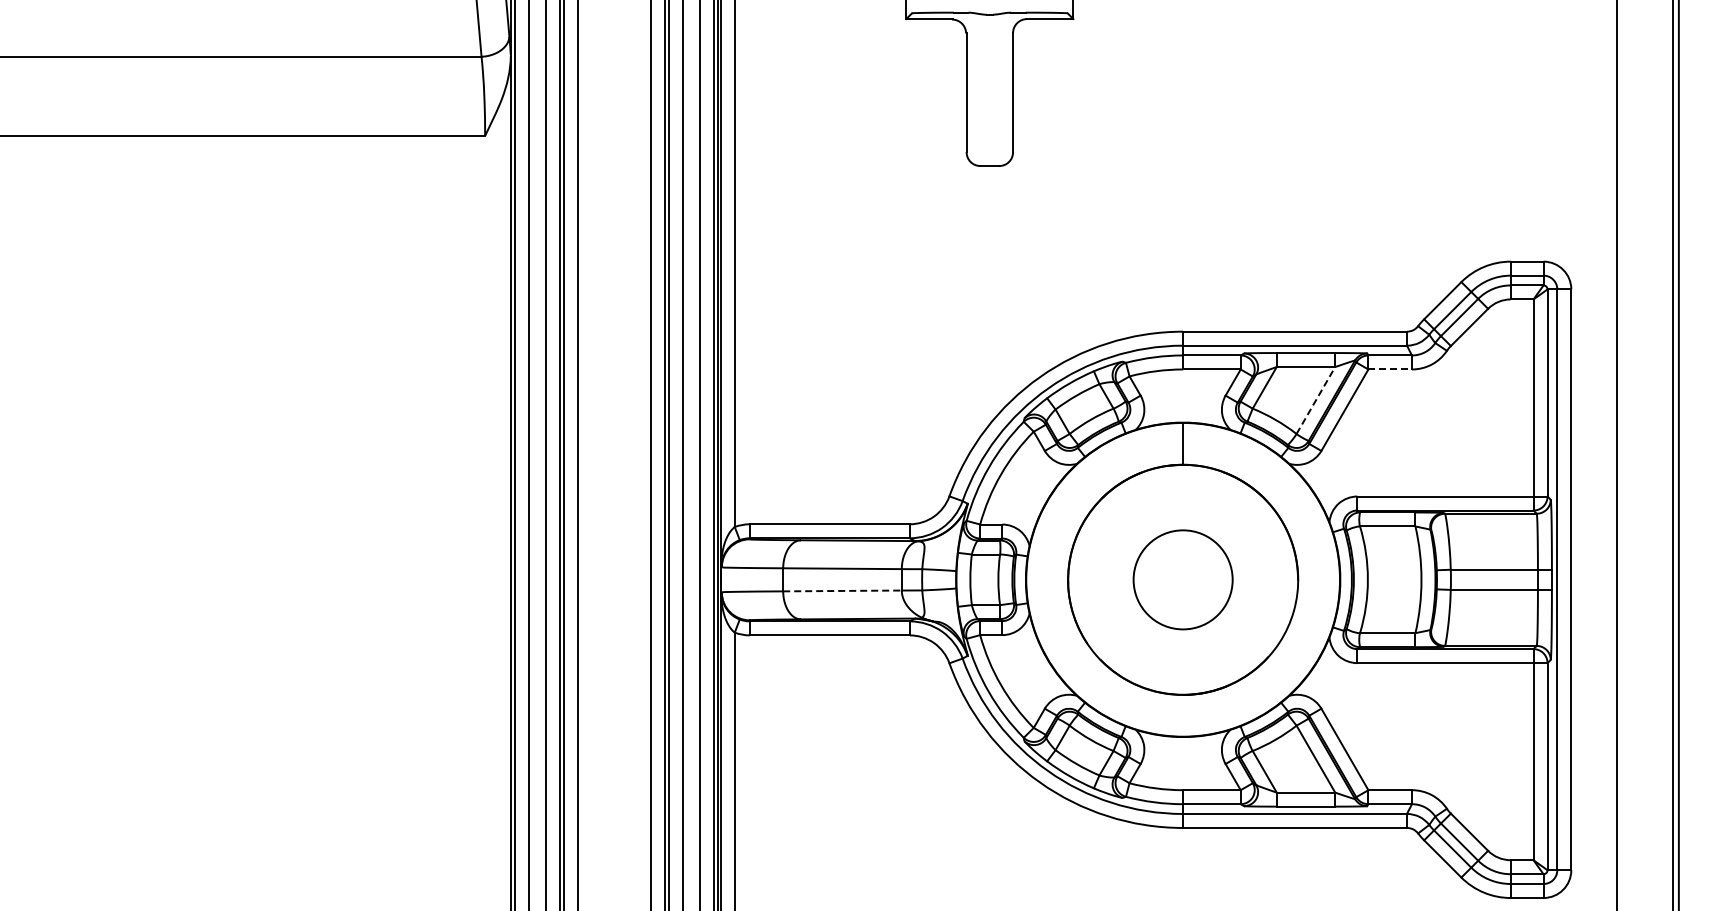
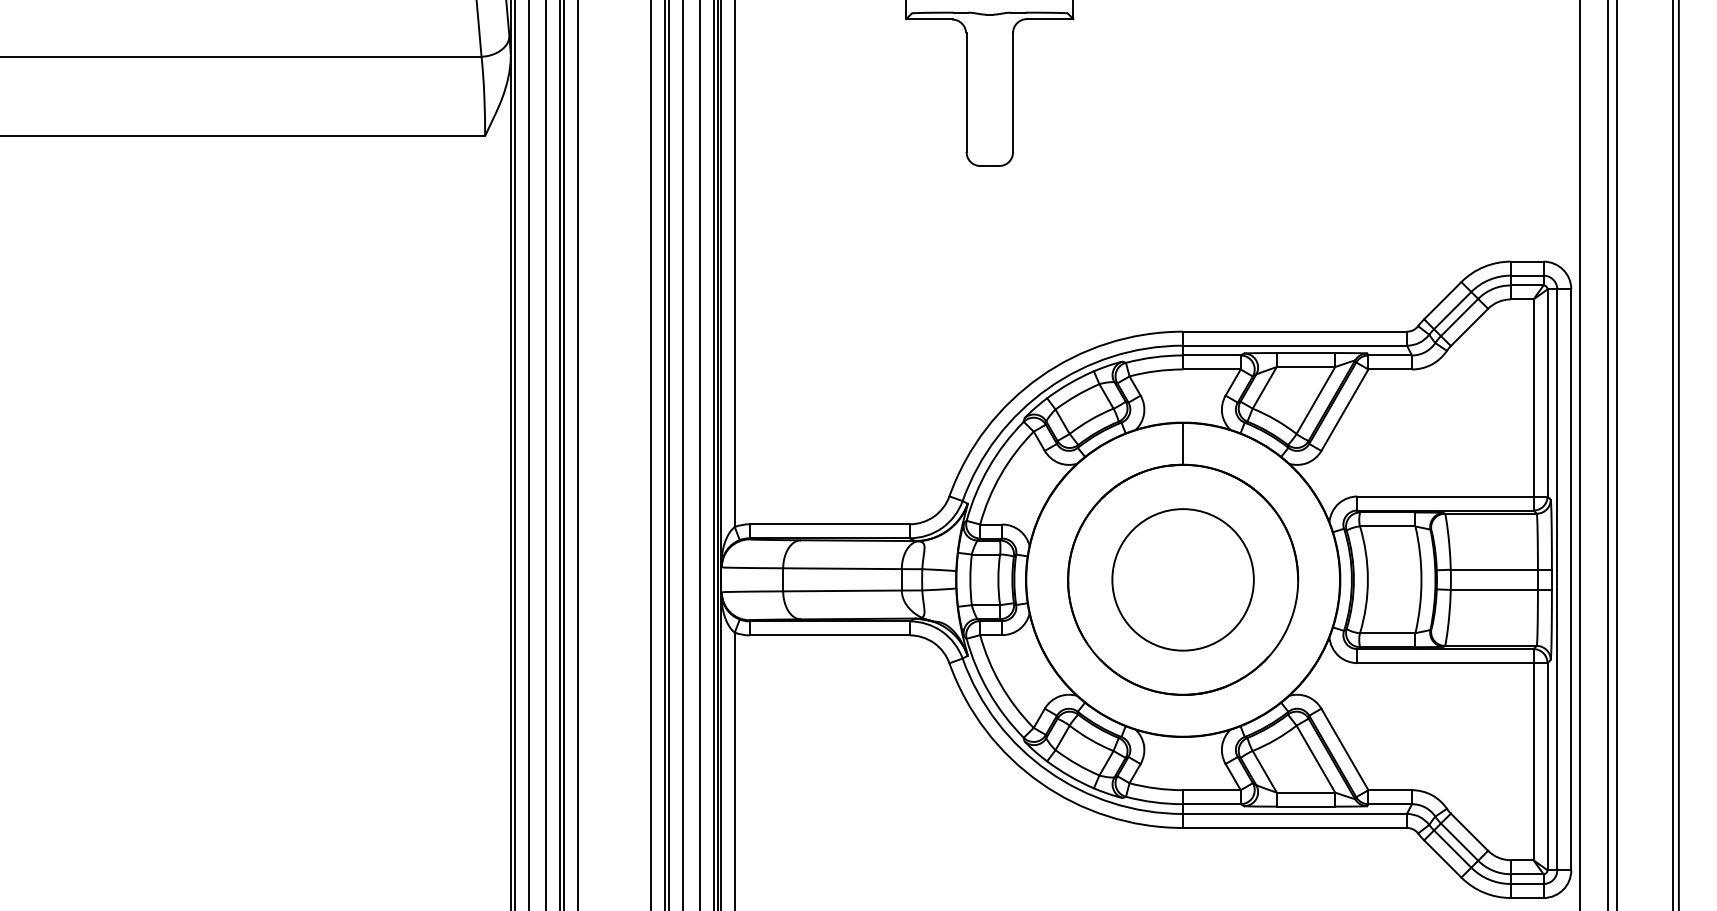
line at (1390, 369): dashed -> solid
line at (1315, 400): dashed -> solid
line at (1580, 454): none -> present
line at (1608, 454): none -> present
circle at (1182, 579) diameter: 99 px -> 142 px
line at (843, 590): dashed -> solid
